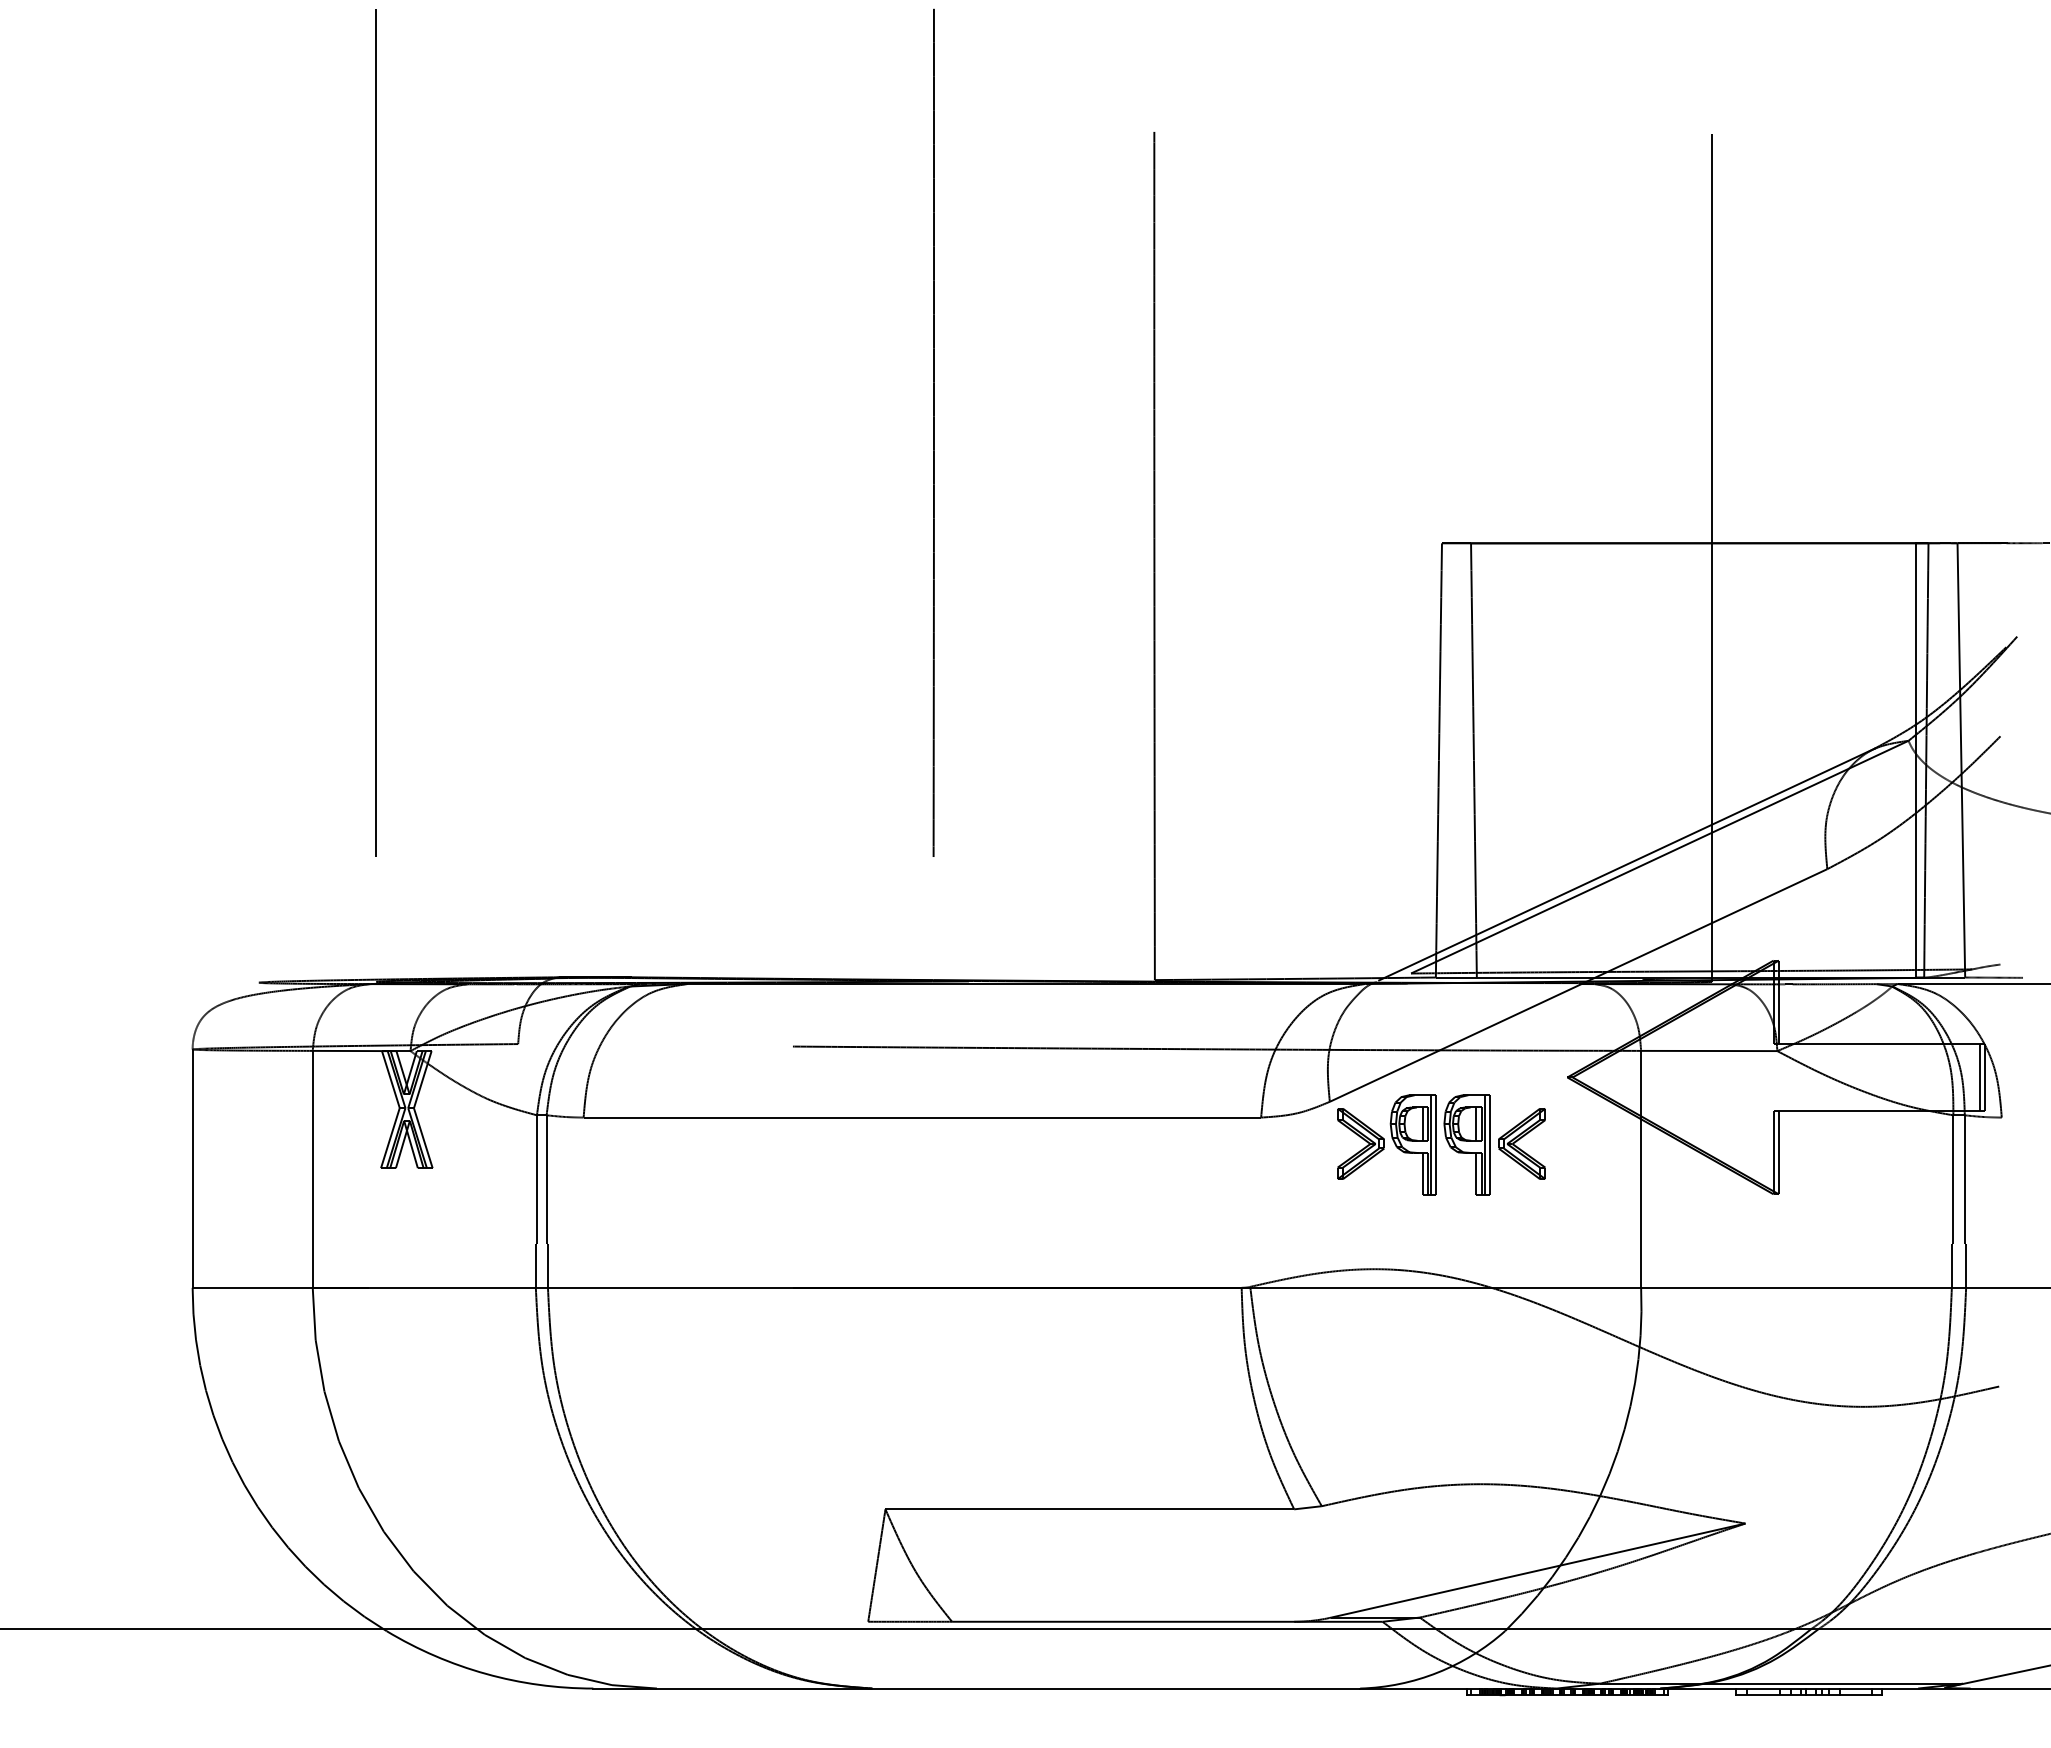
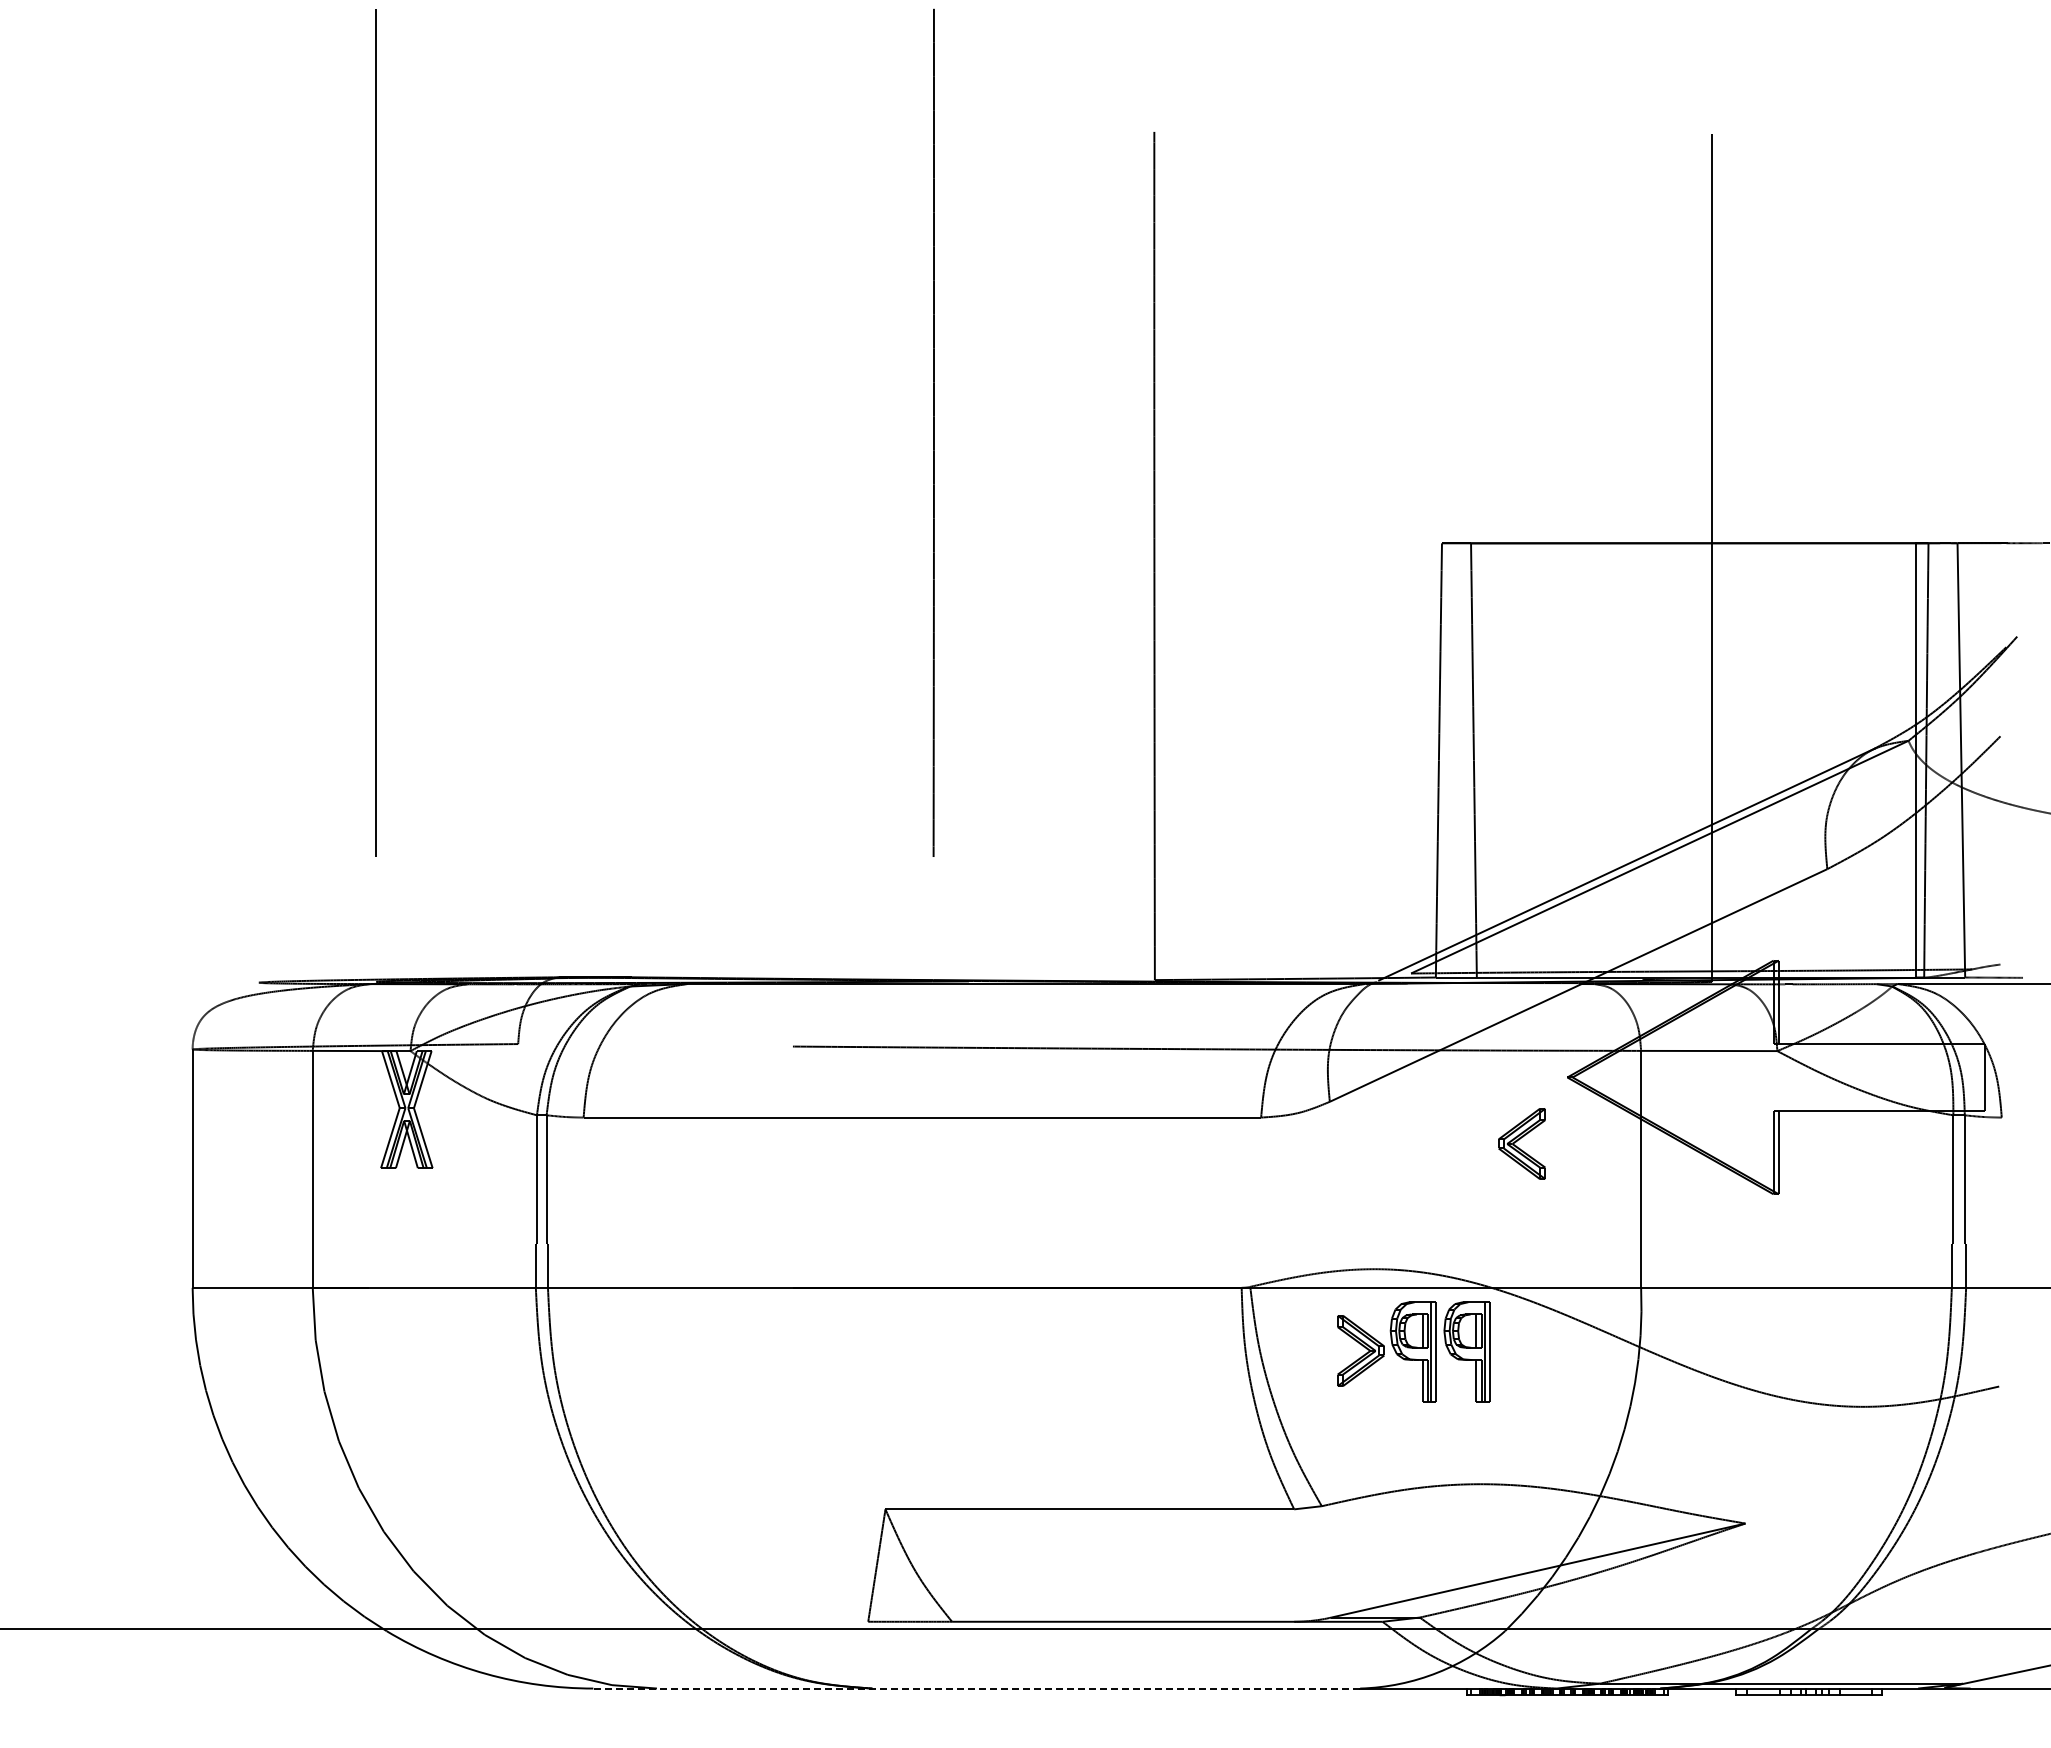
line at (1979, 1077): present -> none
part at (1413, 1144) position: (1413, 1144) -> (1413, 1351)
line at (976, 1688): solid -> dashed
